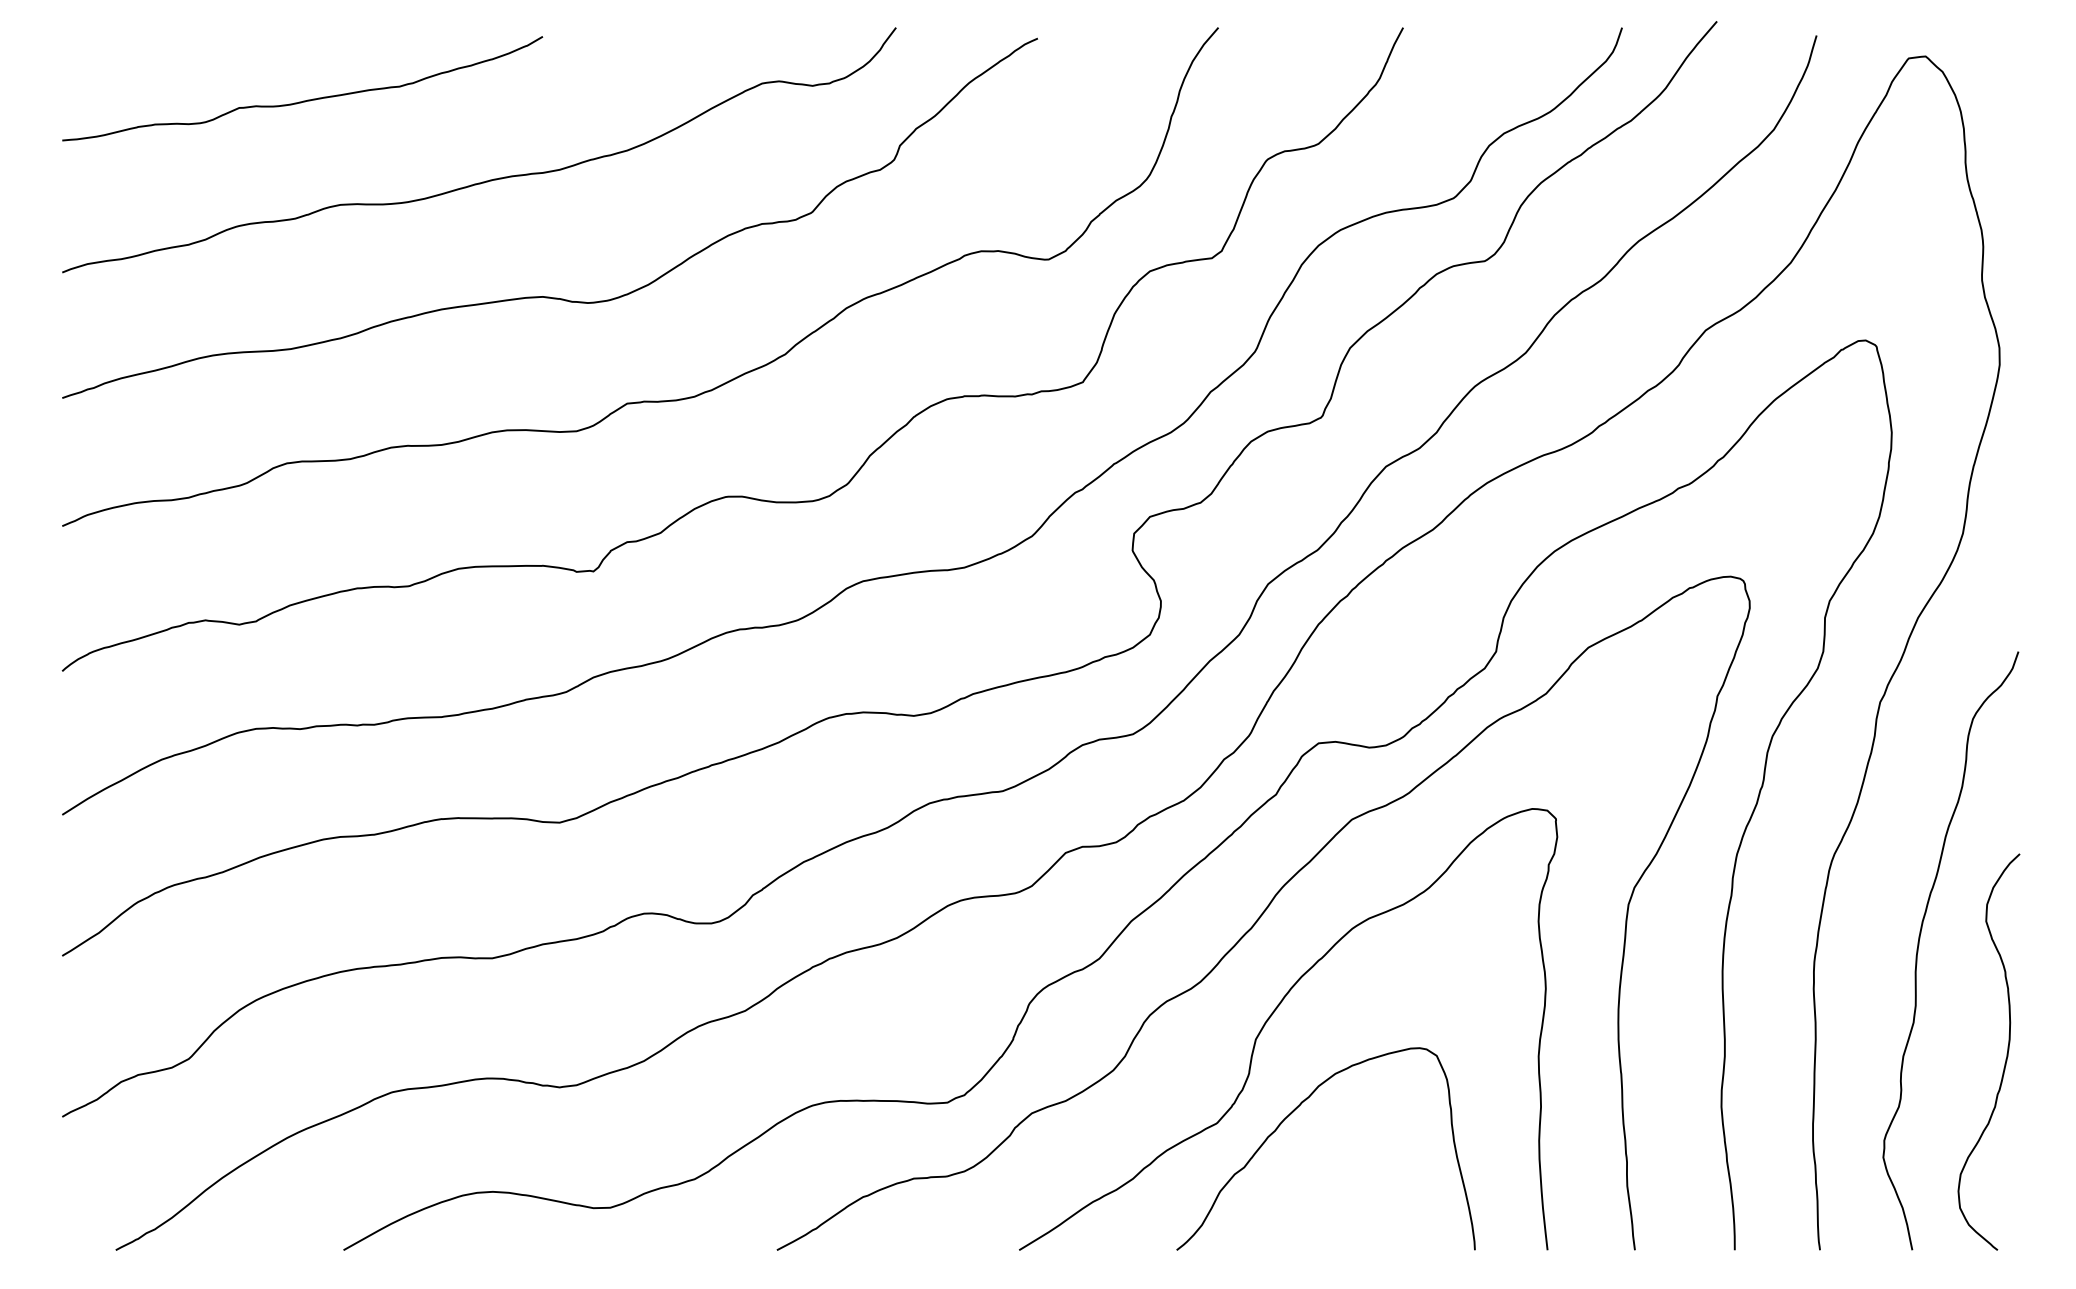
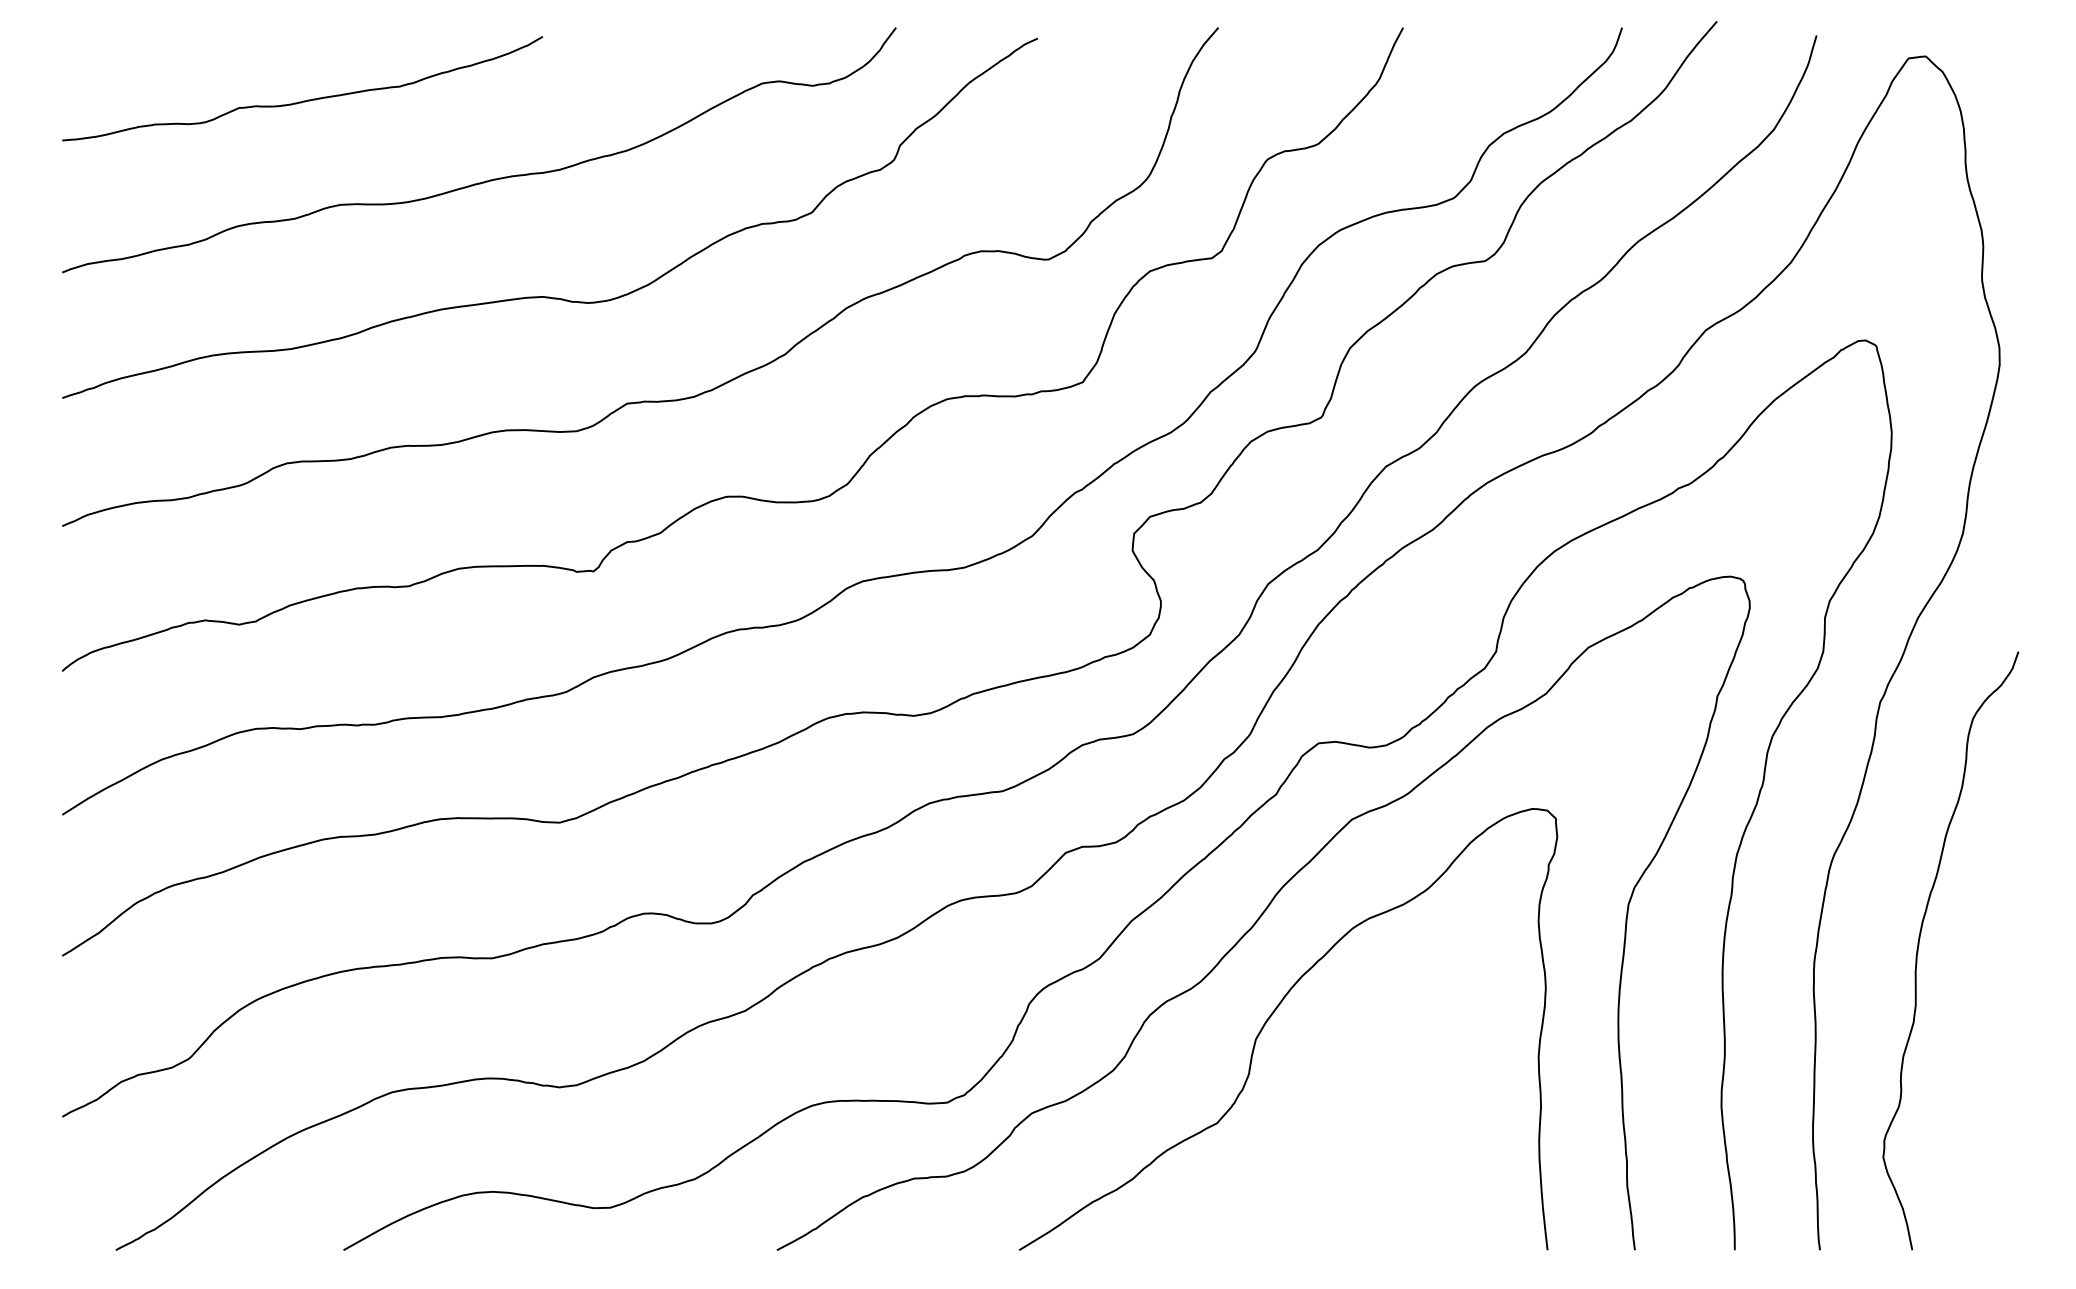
curve at (2006, 1053): present -> none
curve at (1291, 1114): present -> none
